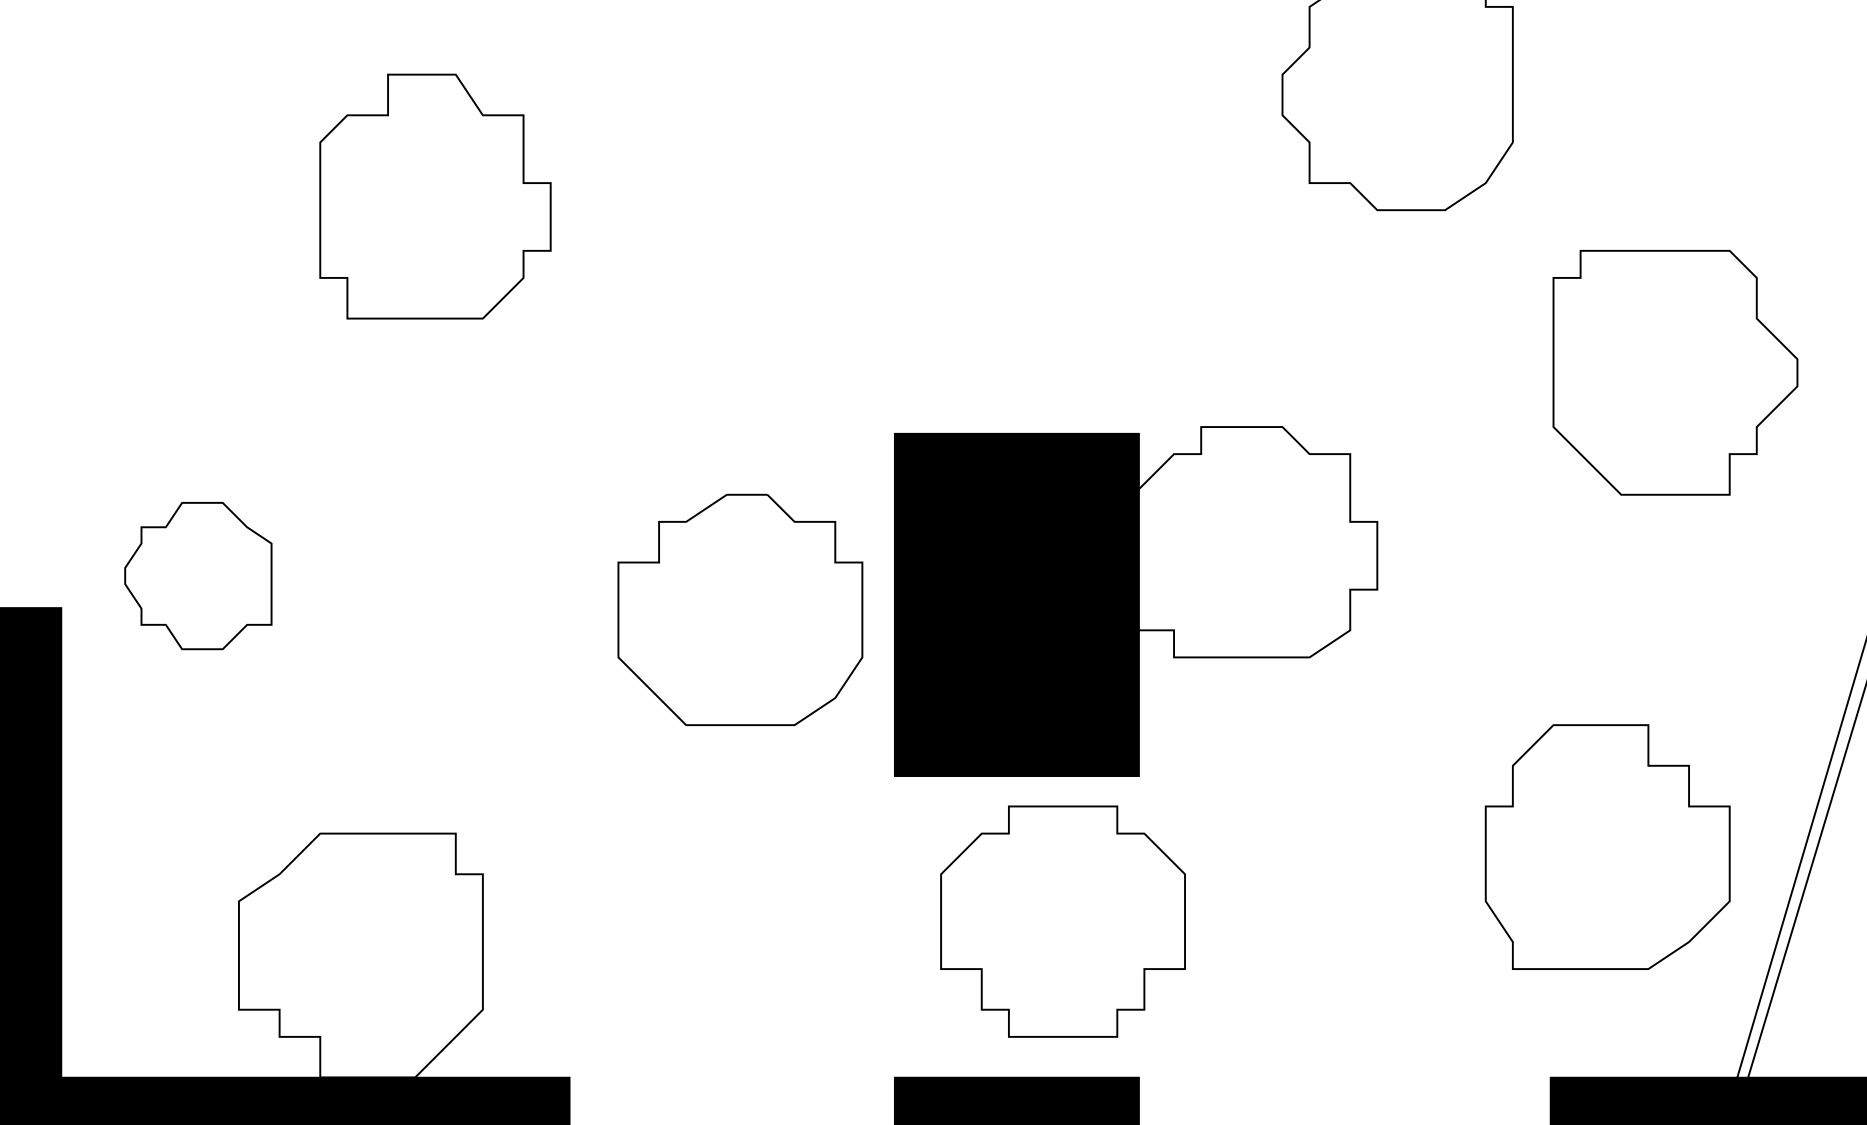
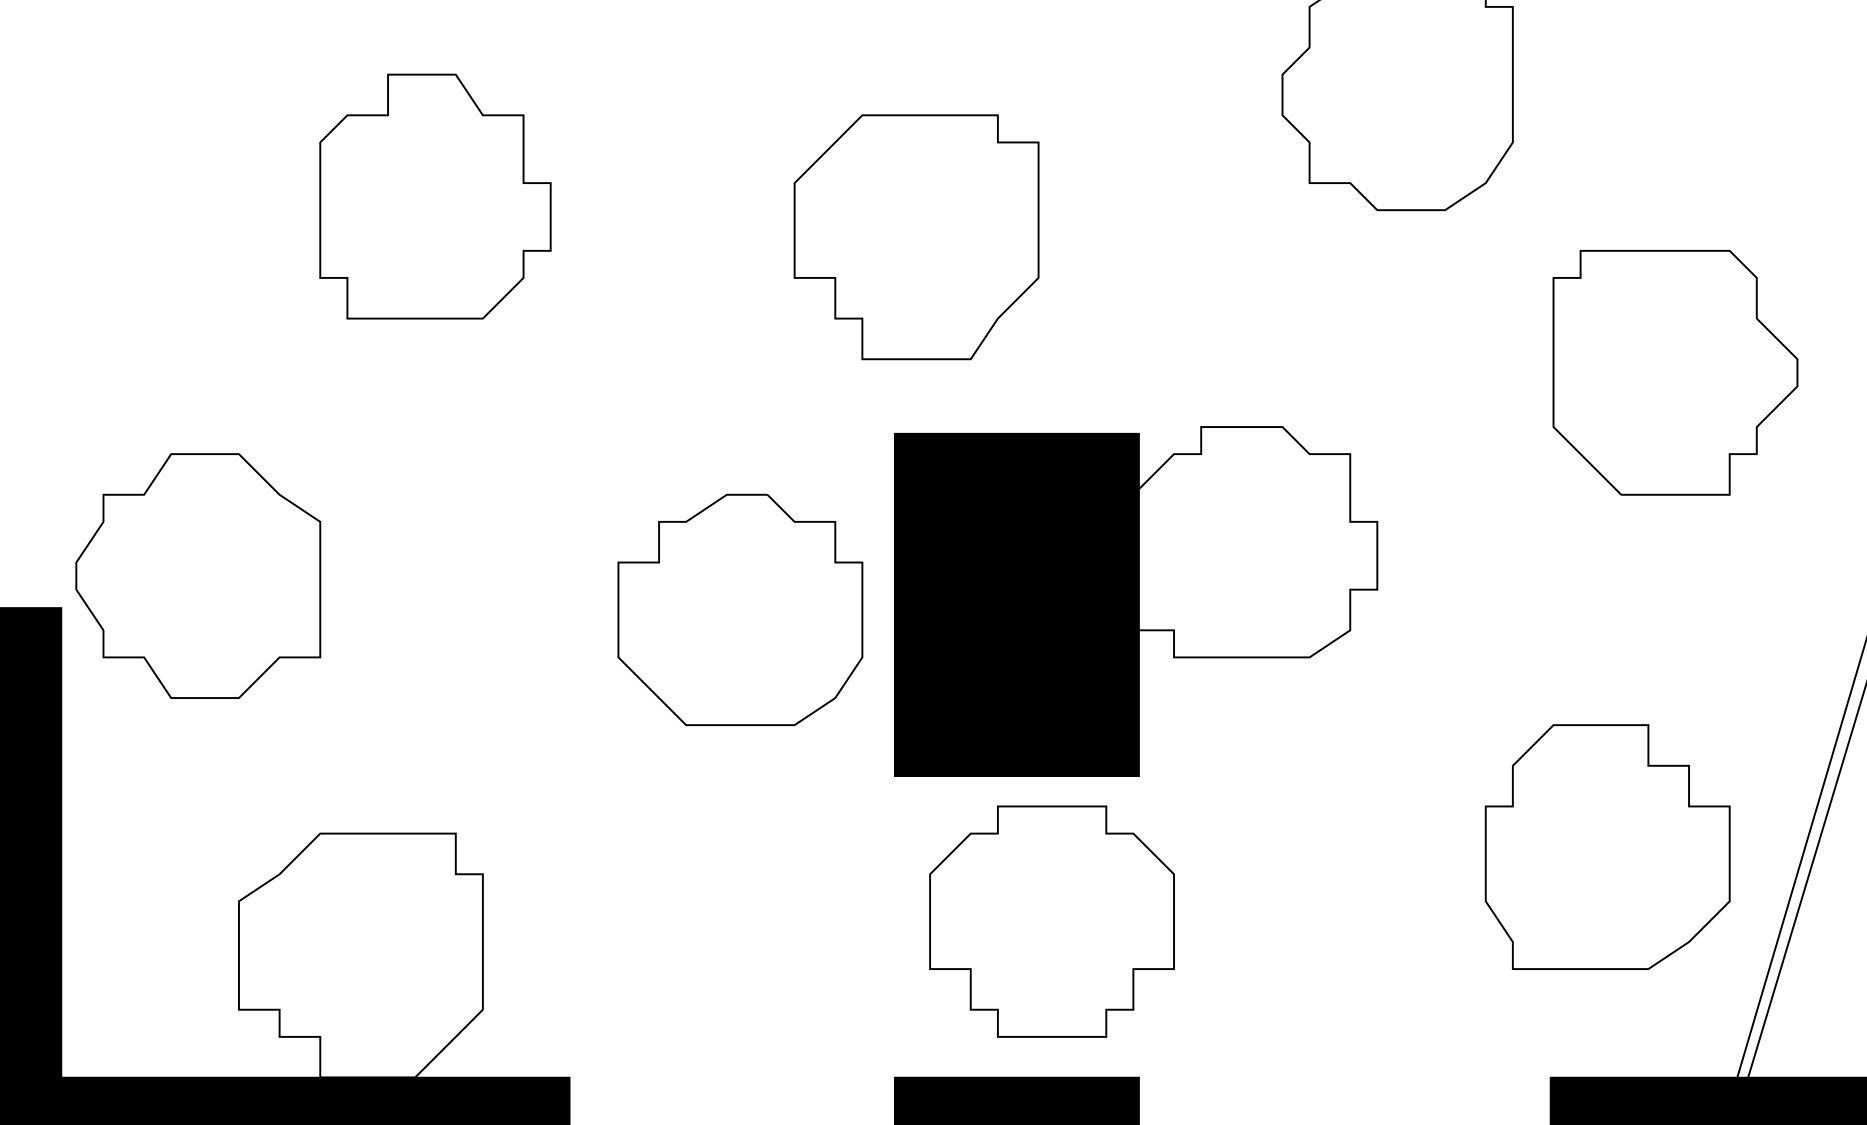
part at (916, 237): none -> present
part at (198, 576) size: 149x149 px -> 247x246 px
part at (1062, 921) position: (1062, 921) -> (1051, 921)
